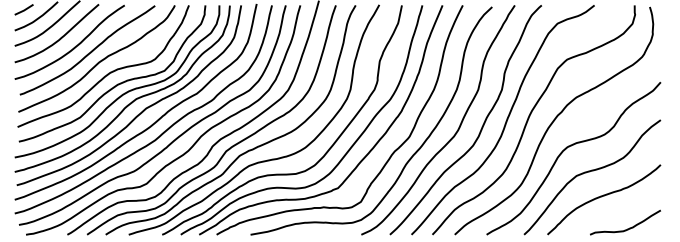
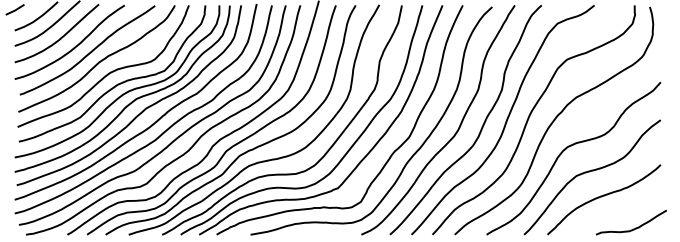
line at (23, 9) position: (23, 9) -> (14, 9)
curve at (627, 228) position: (627, 228) -> (633, 228)
